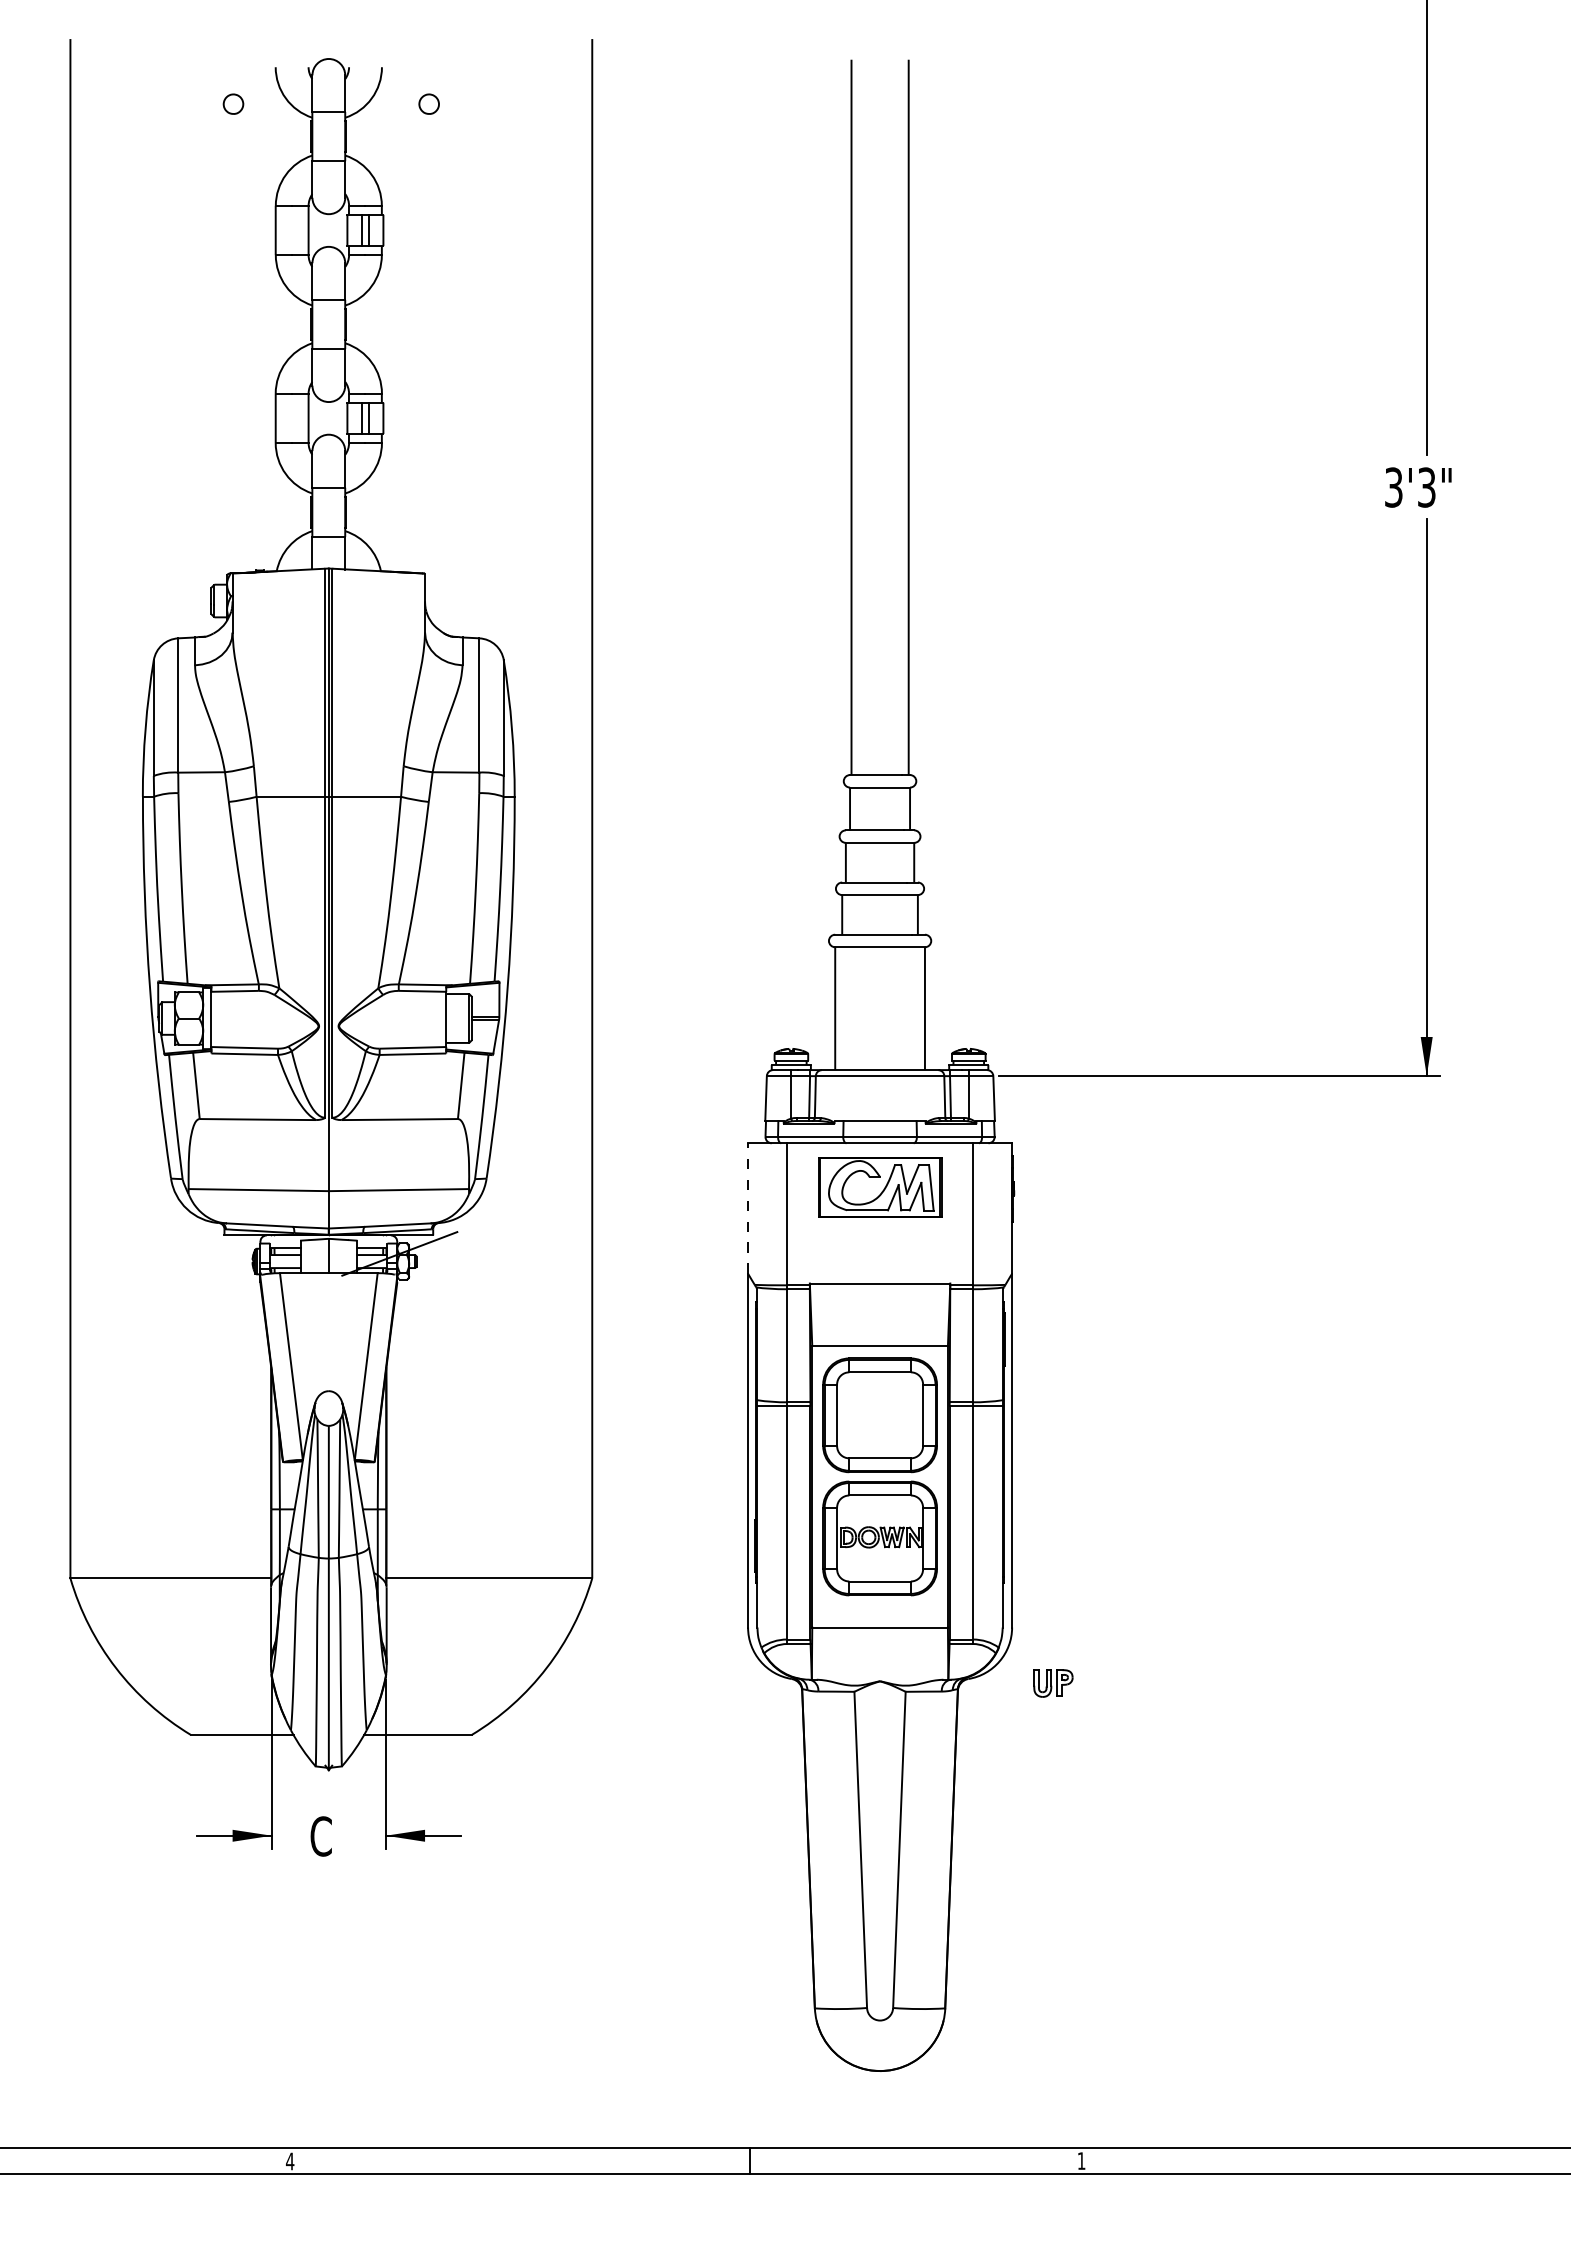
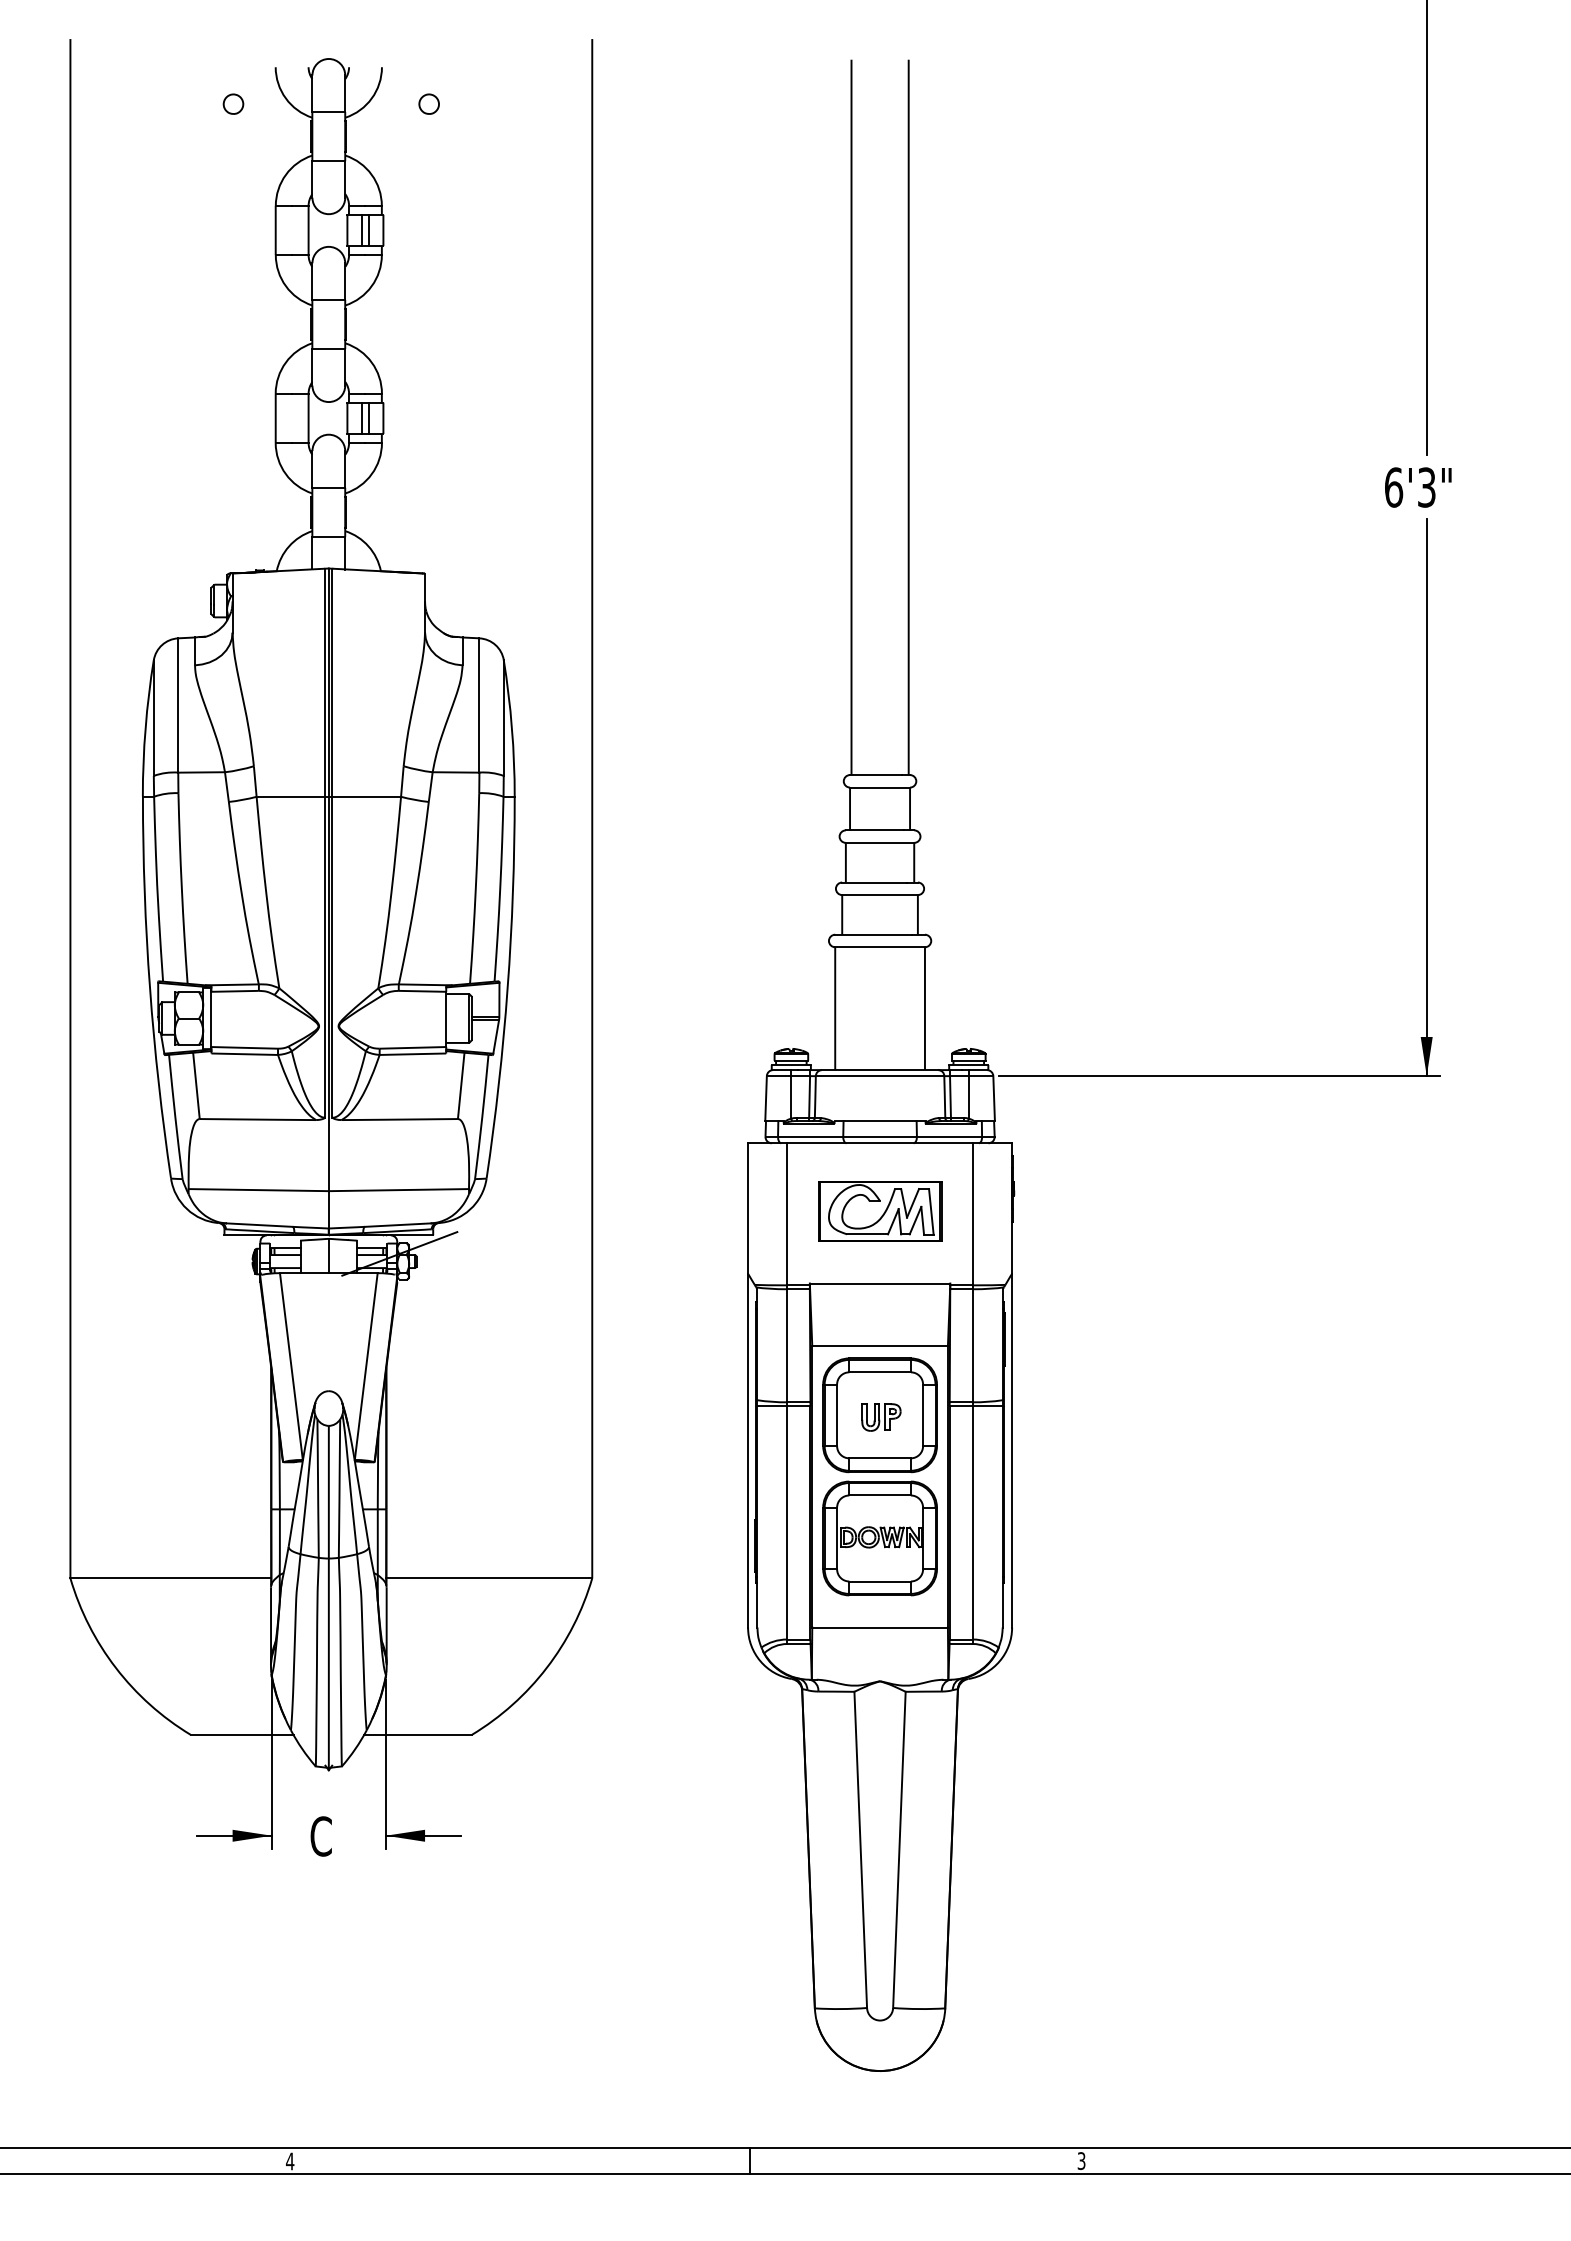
text at (1394, 487): 3'3" -> 6'3"
part at (880, 1187) position: (880, 1187) -> (880, 1211)
line at (748, 1207): dashed -> solid
part at (1053, 1683) position: (1053, 1683) -> (881, 1417)
text at (1081, 2161): 1 -> 3
